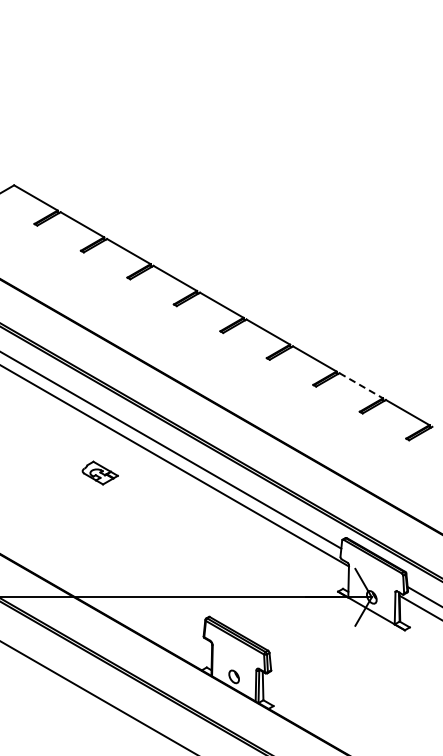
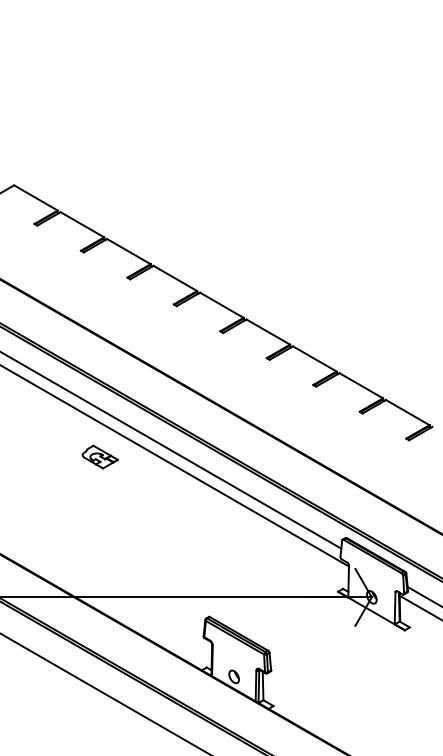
line at (361, 386): dashed -> solid
part at (99, 472) position: (99, 472) -> (99, 456)
line at (97, 697) position: (97, 697) -> (104, 693)
